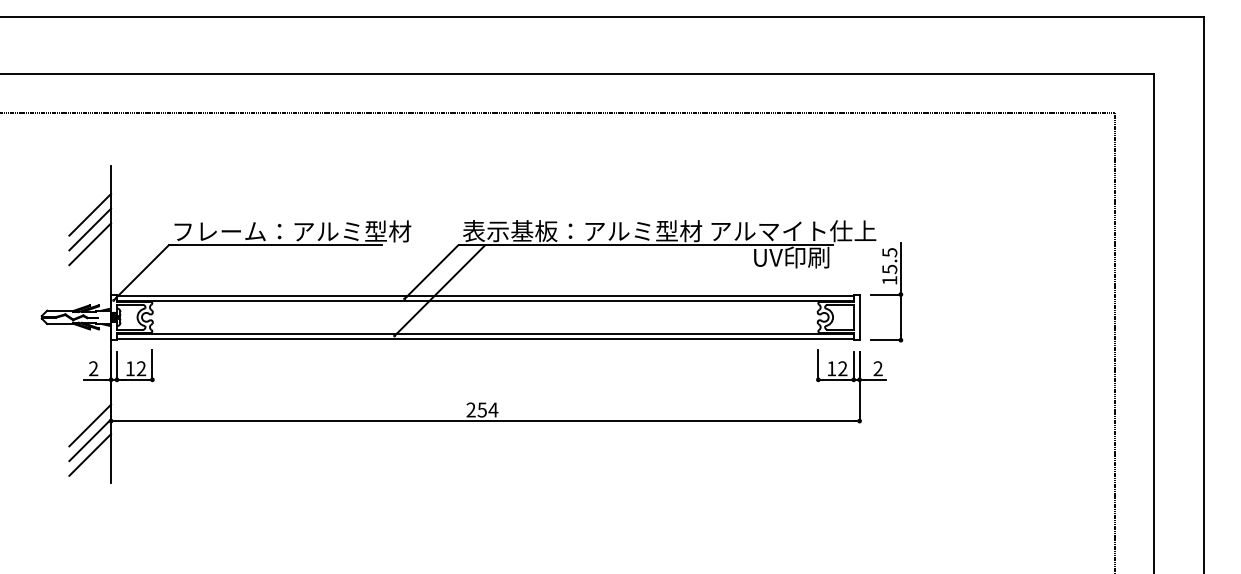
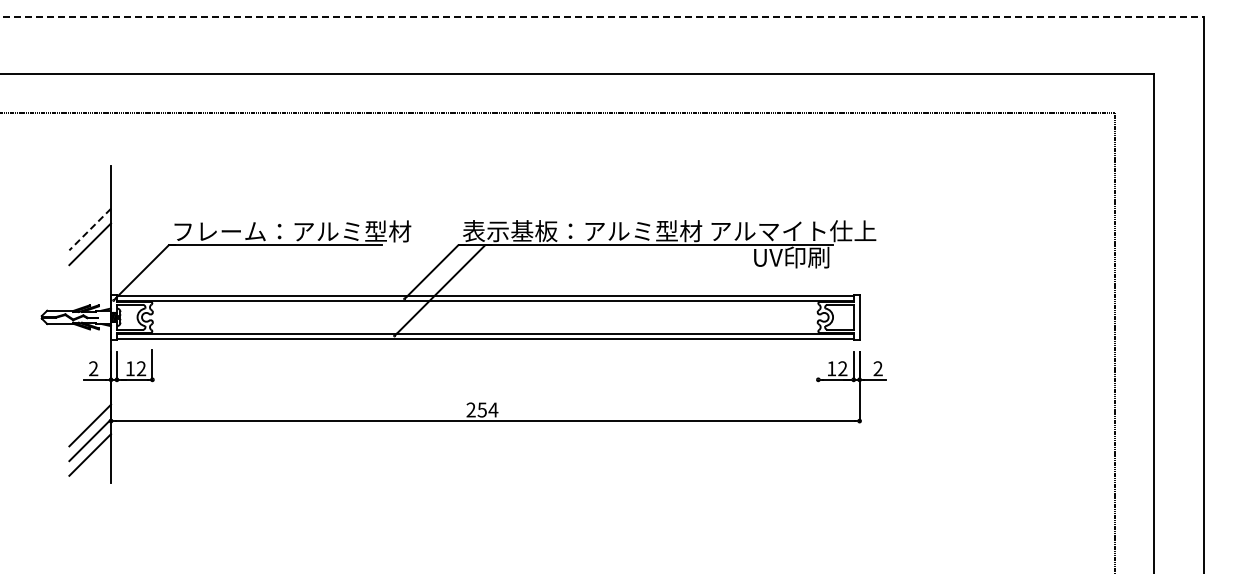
line at (601, 17): solid -> dashed
line at (90, 214): present -> none
line at (89, 229): solid -> dashed
part at (886, 292): present -> none
line at (818, 364): present -> none
